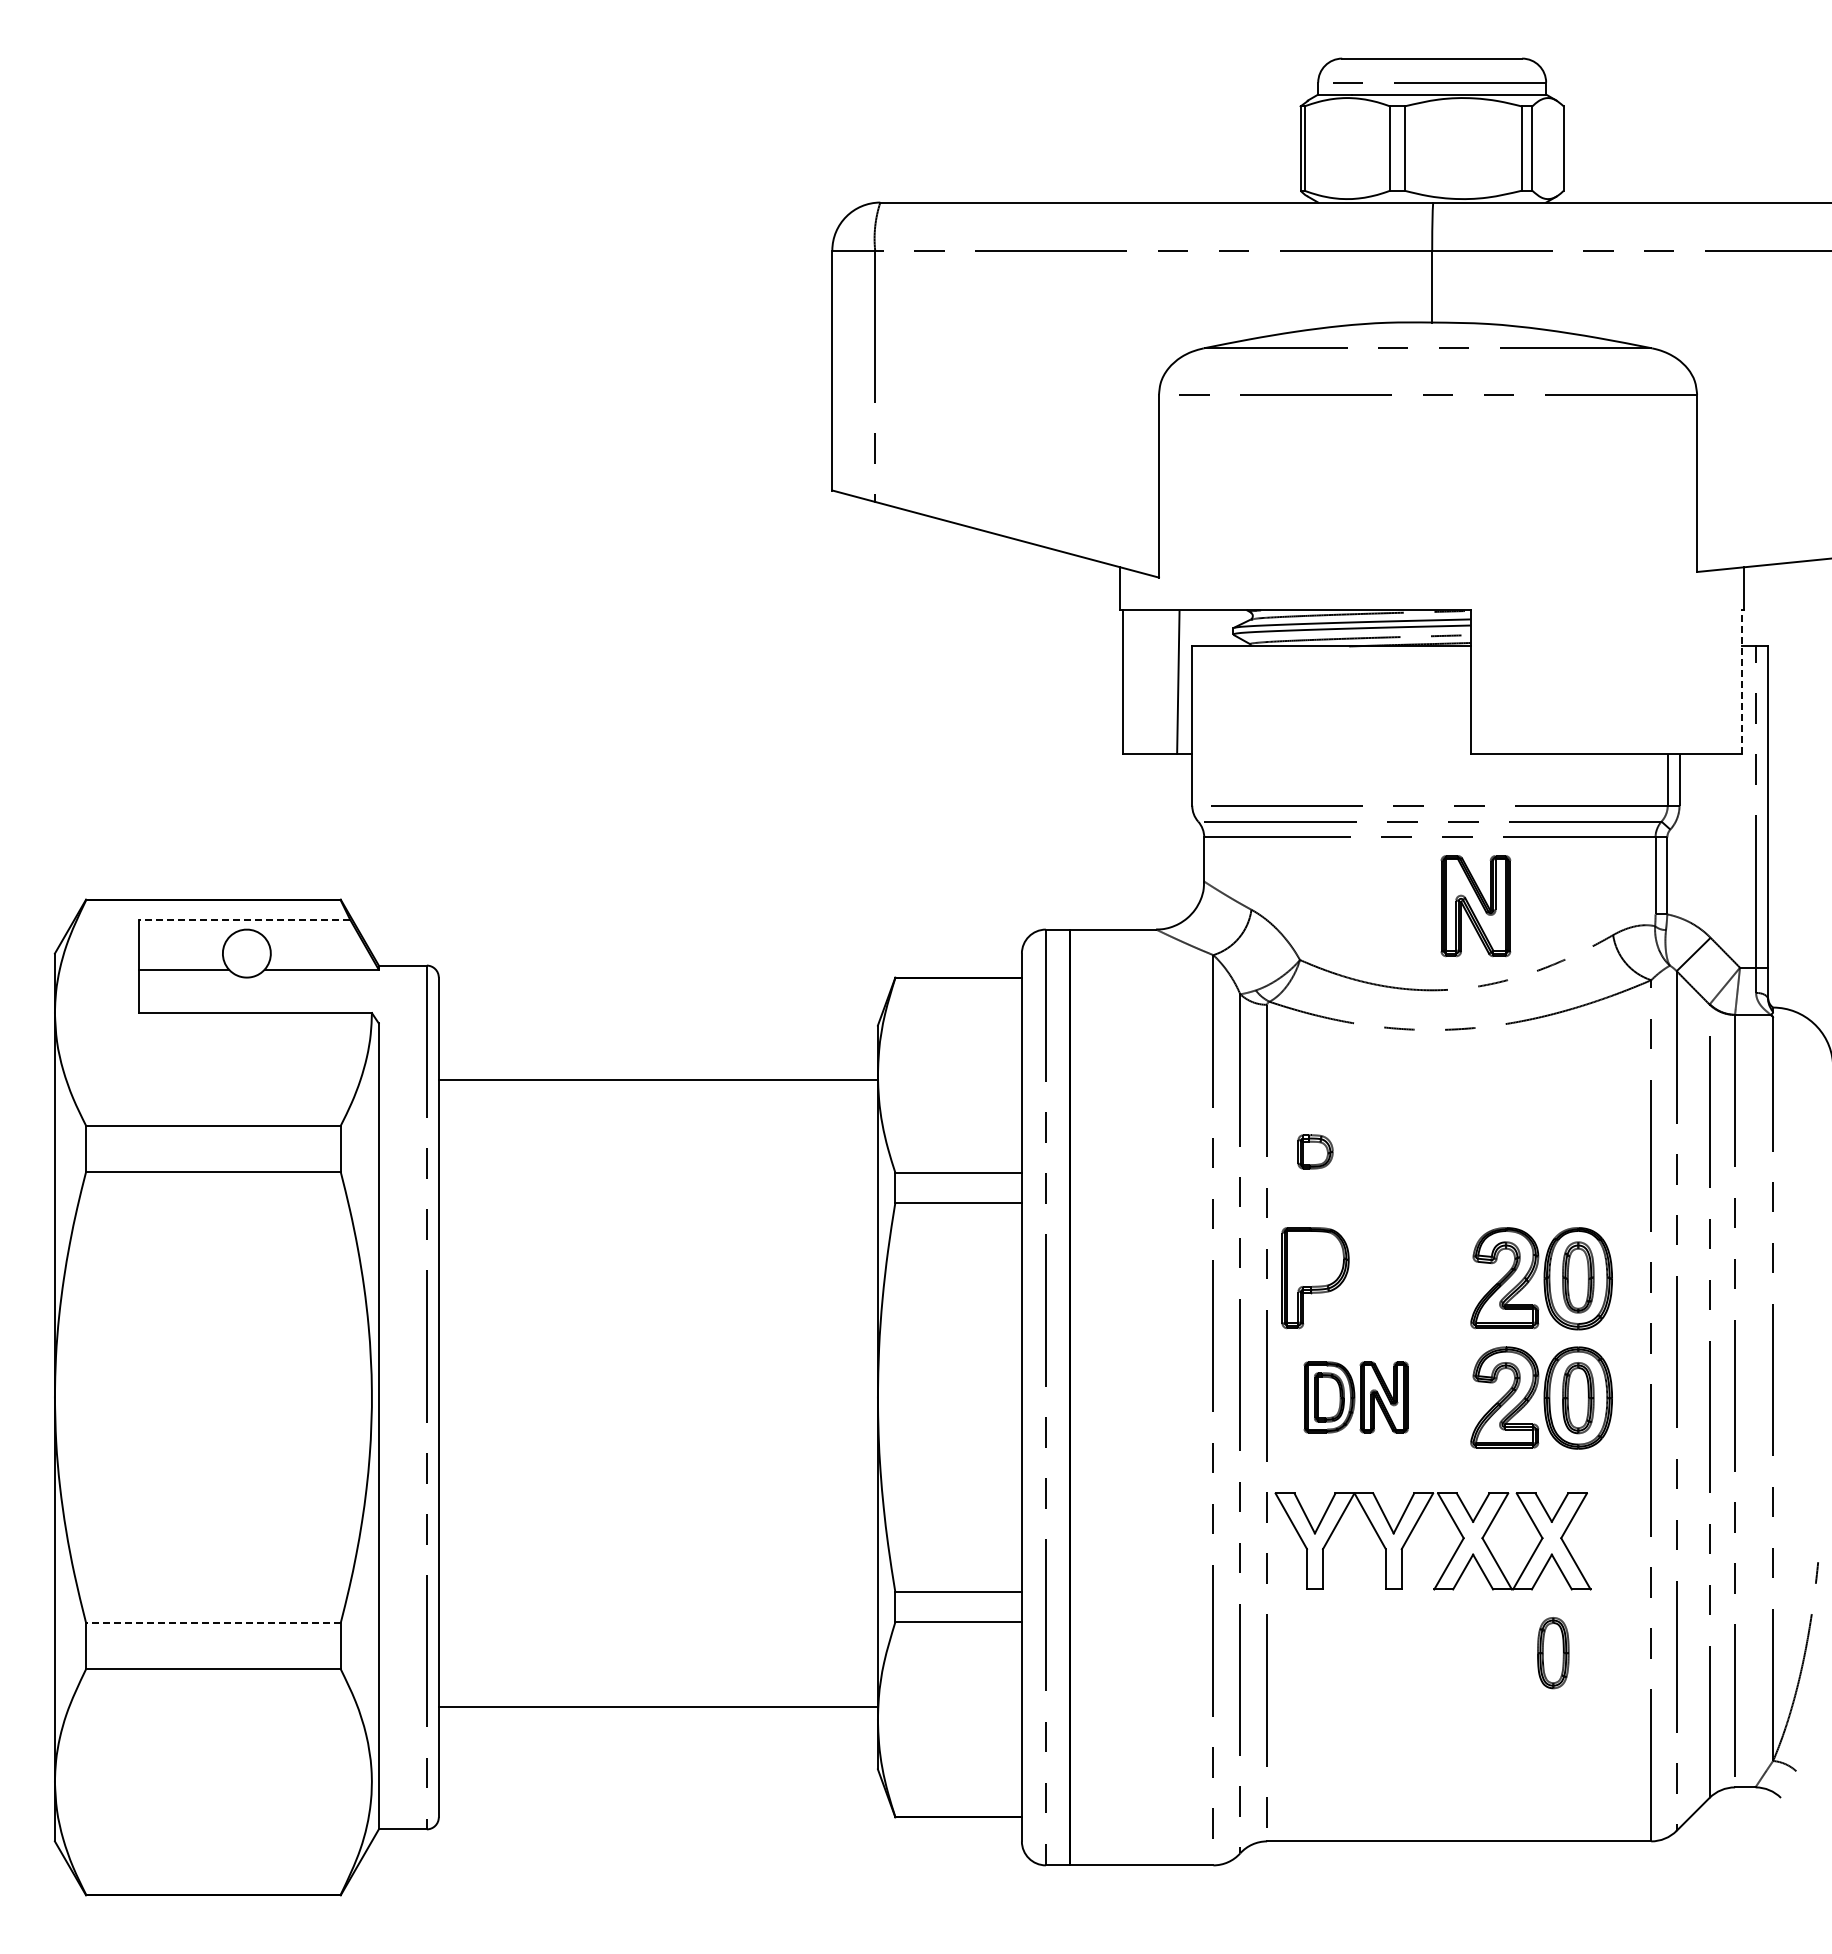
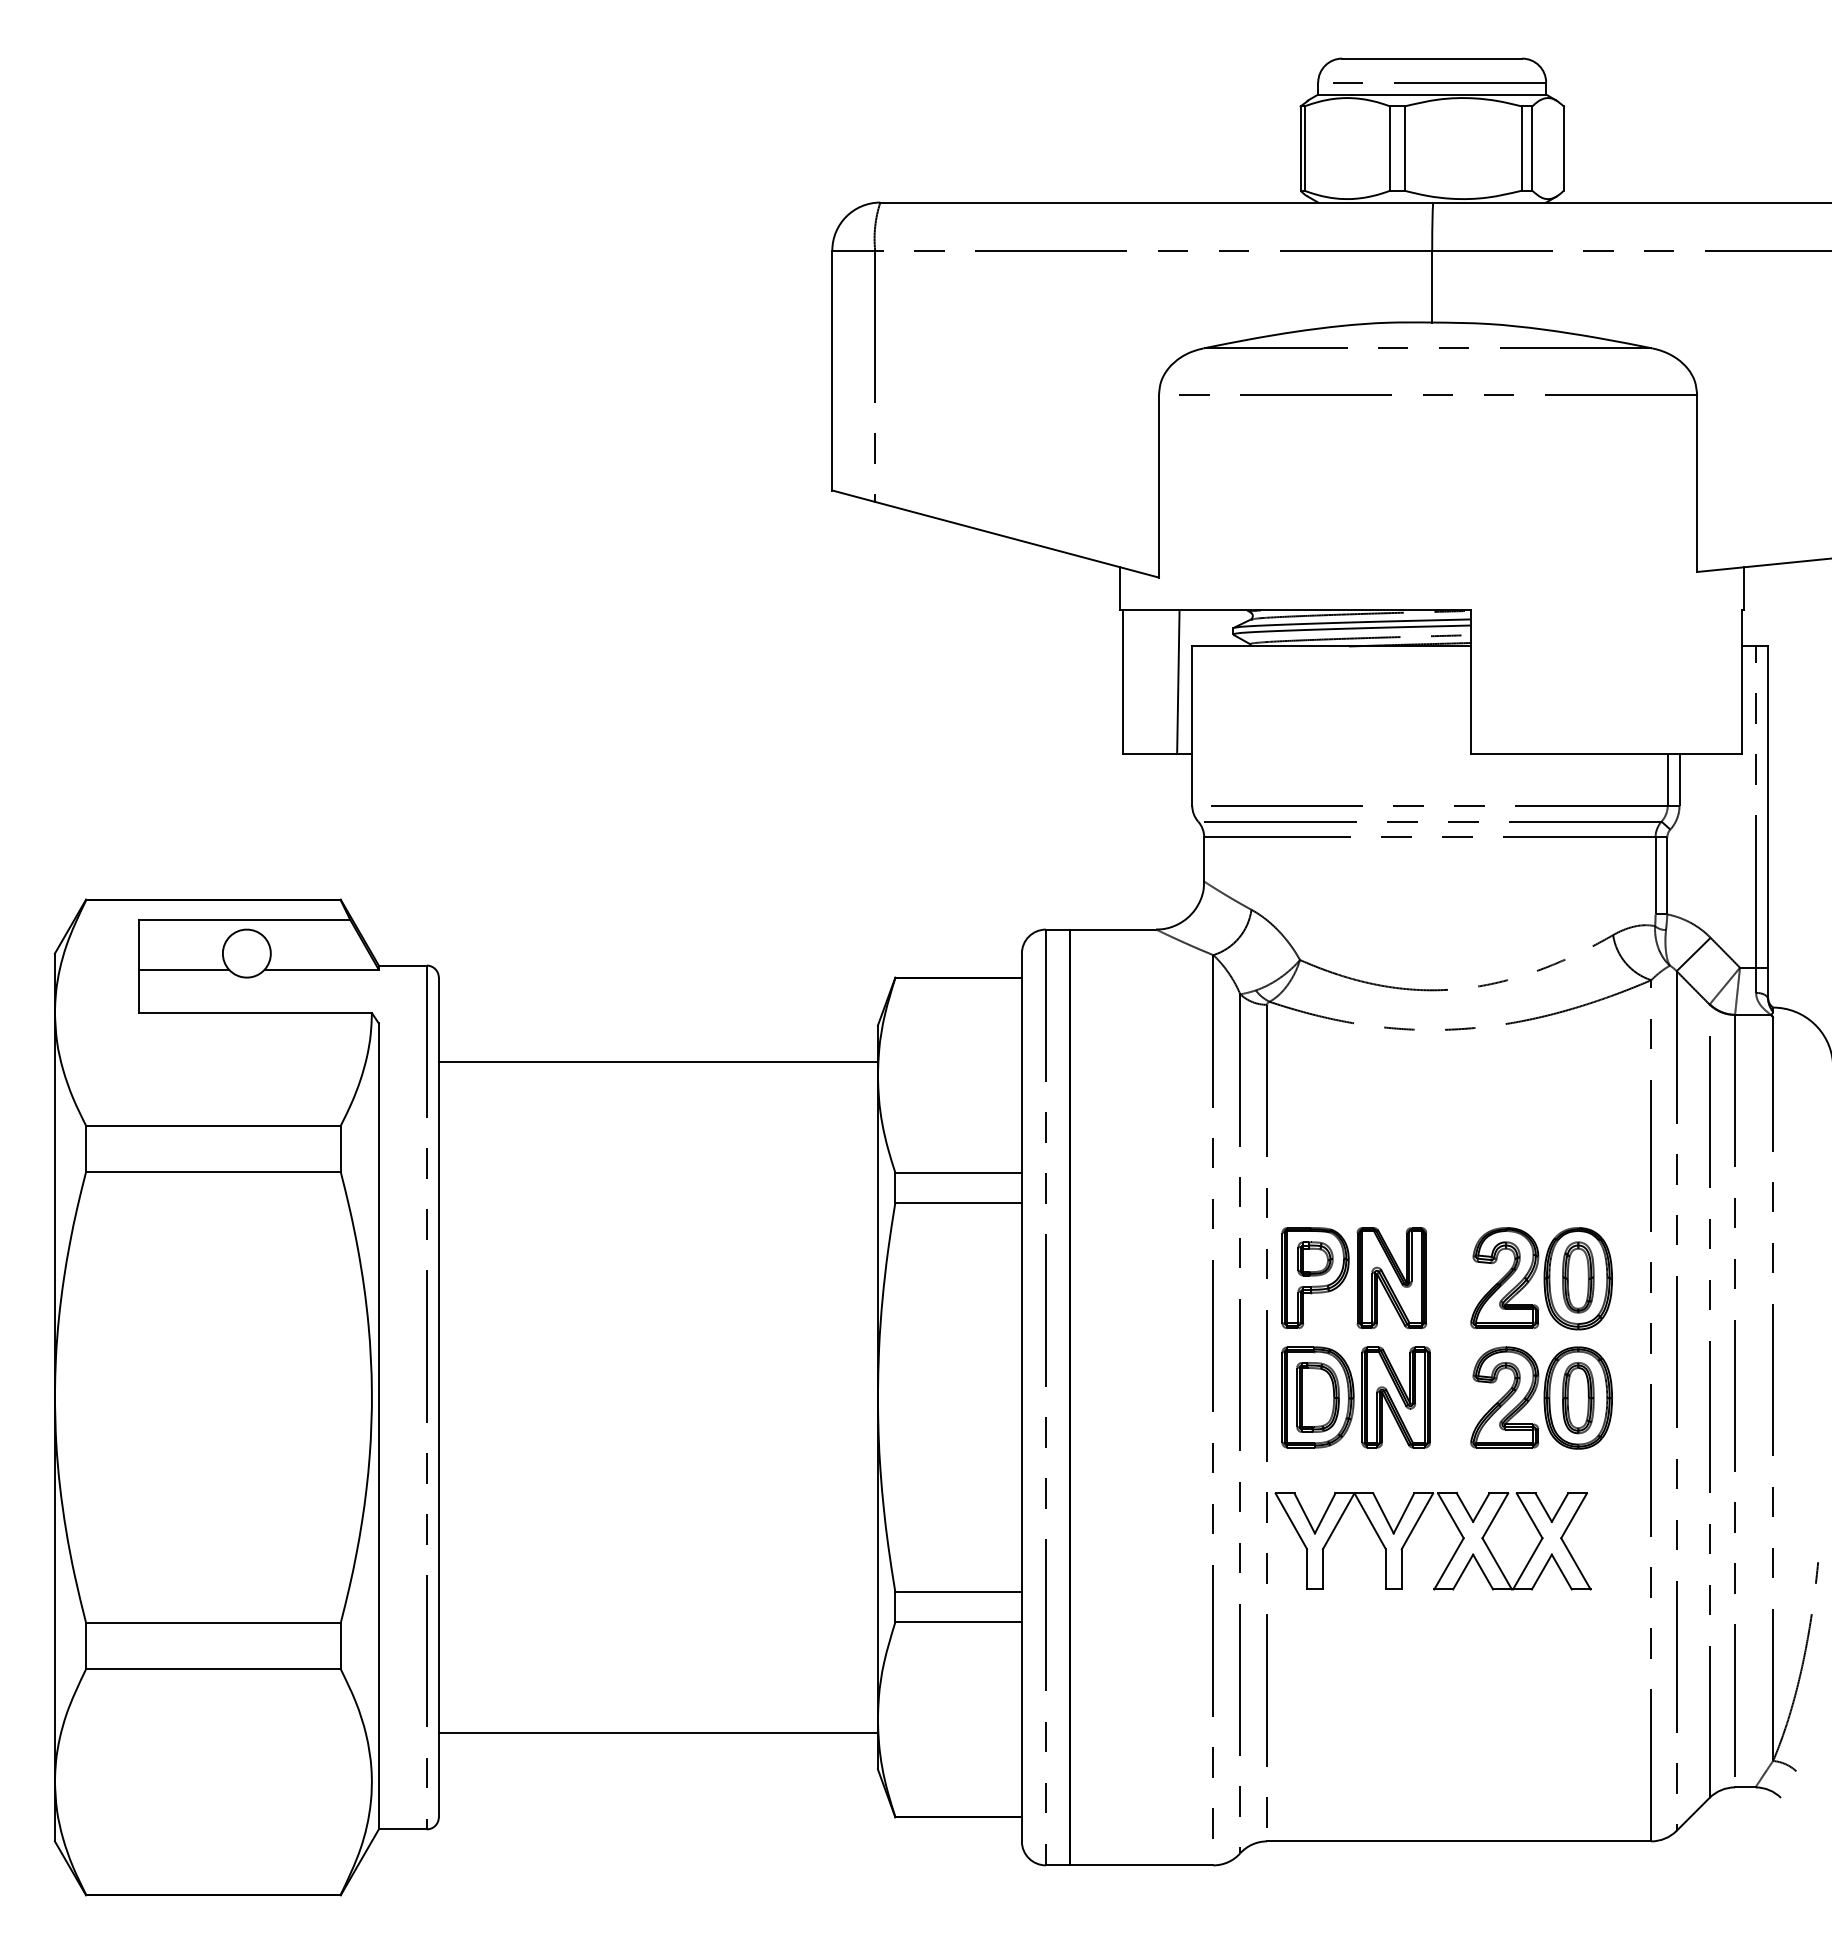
line at (1741, 682): dashed -> solid
part at (1475, 906) position: (1475, 906) -> (1391, 1278)
line at (244, 919): dashed -> solid
line at (657, 1079) position: (657, 1079) -> (657, 1061)
part at (1315, 1151) position: (1315, 1151) -> (1315, 1258)
part at (1355, 1397) size: 106x73 px -> 150x103 px
line at (212, 1622): dashed -> solid
part at (1553, 1653): present -> none
line at (657, 1707) position: (657, 1707) -> (657, 1733)
